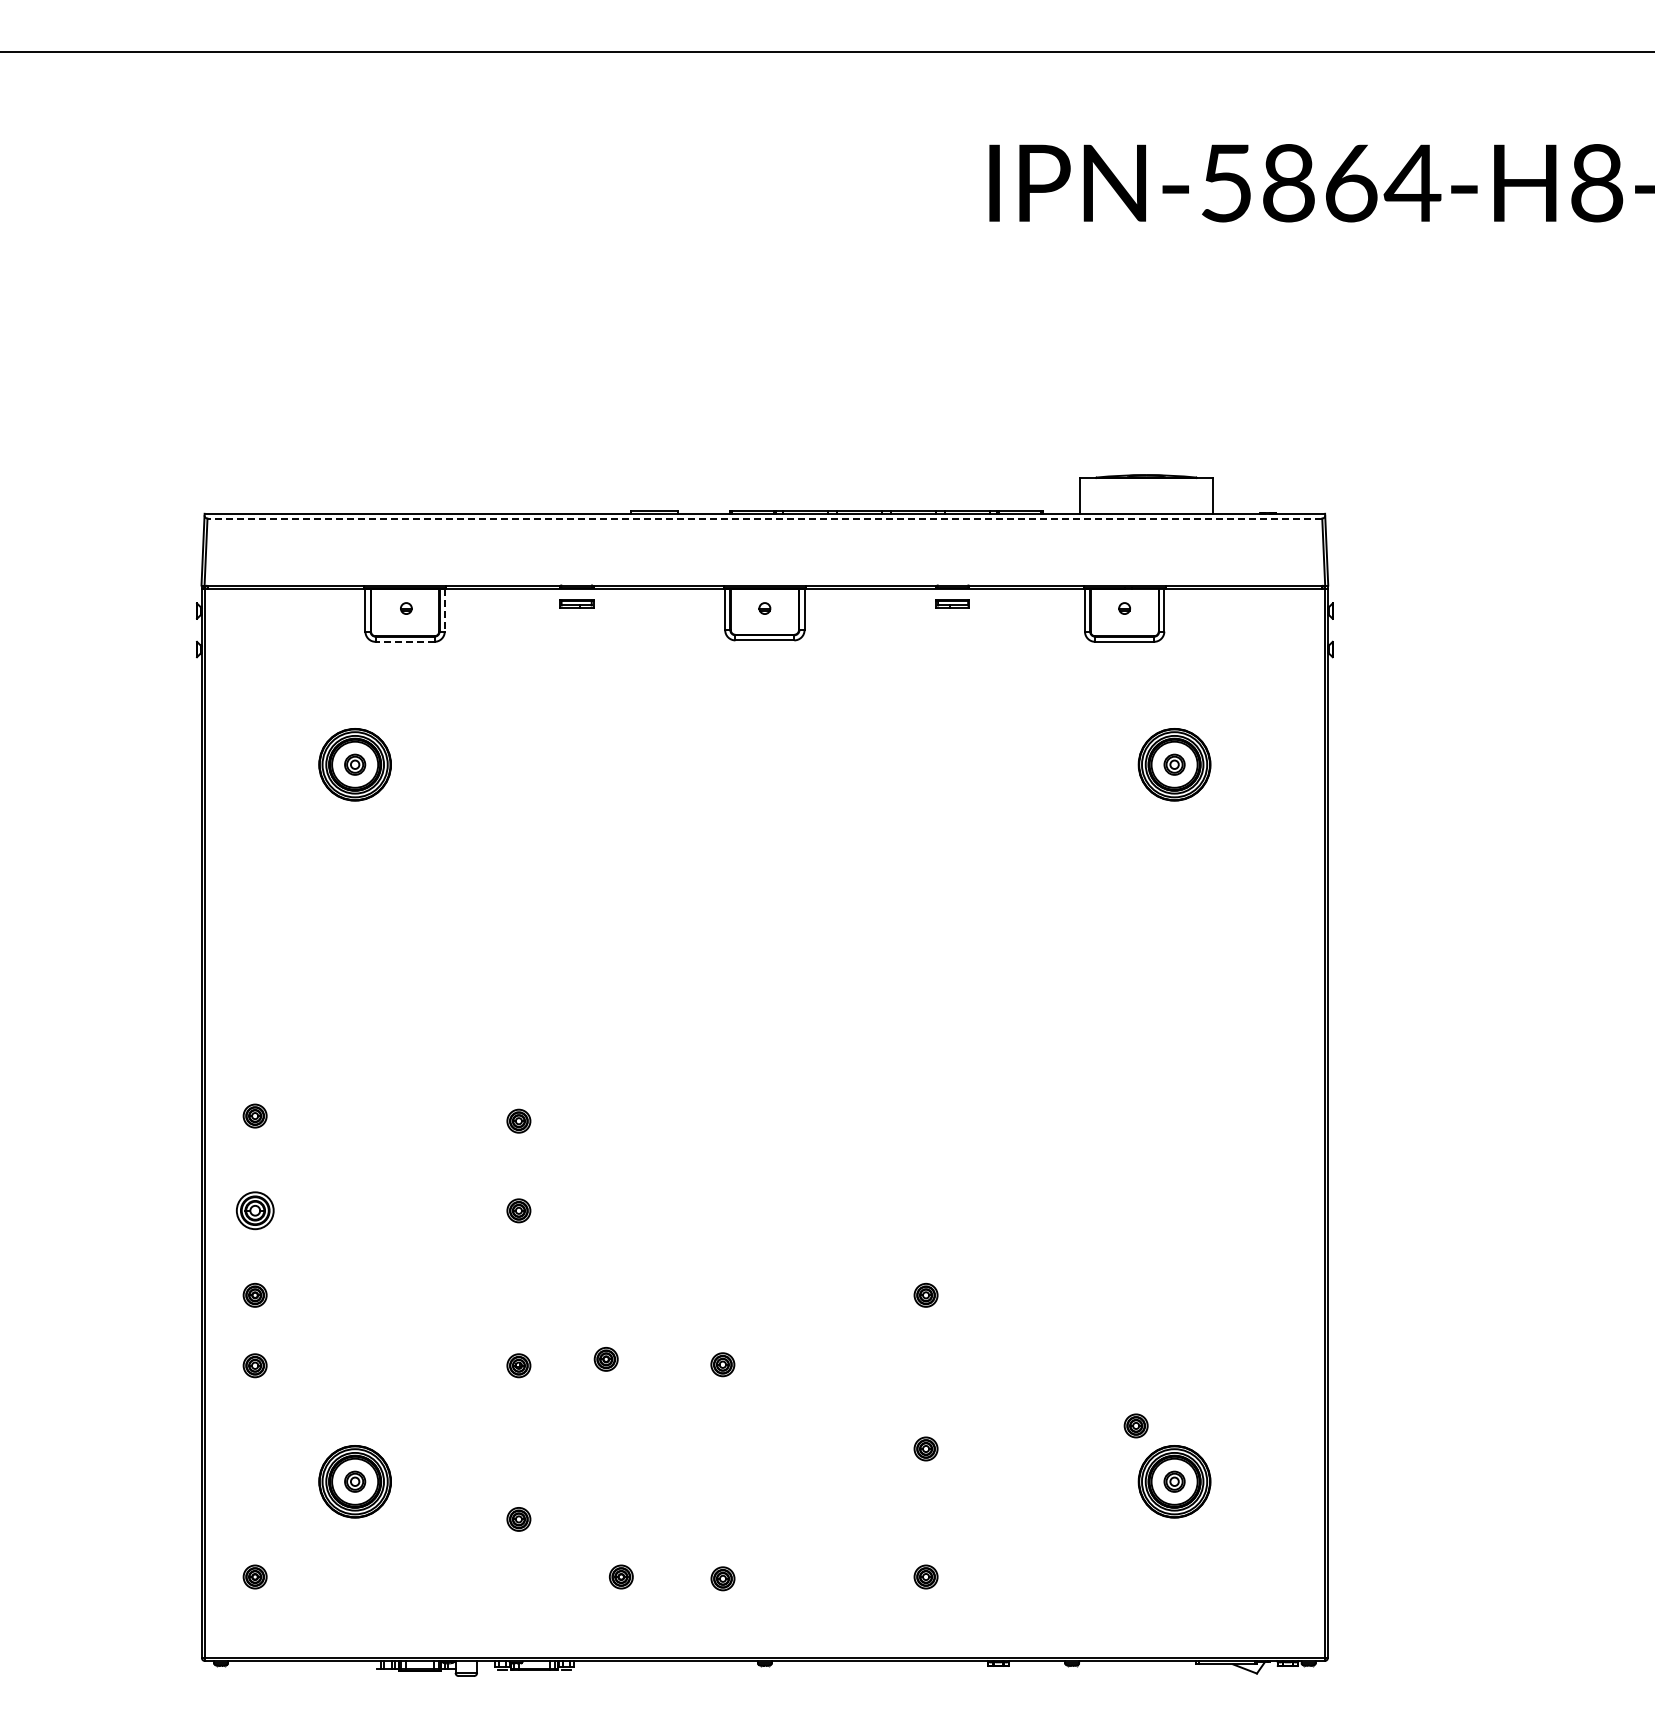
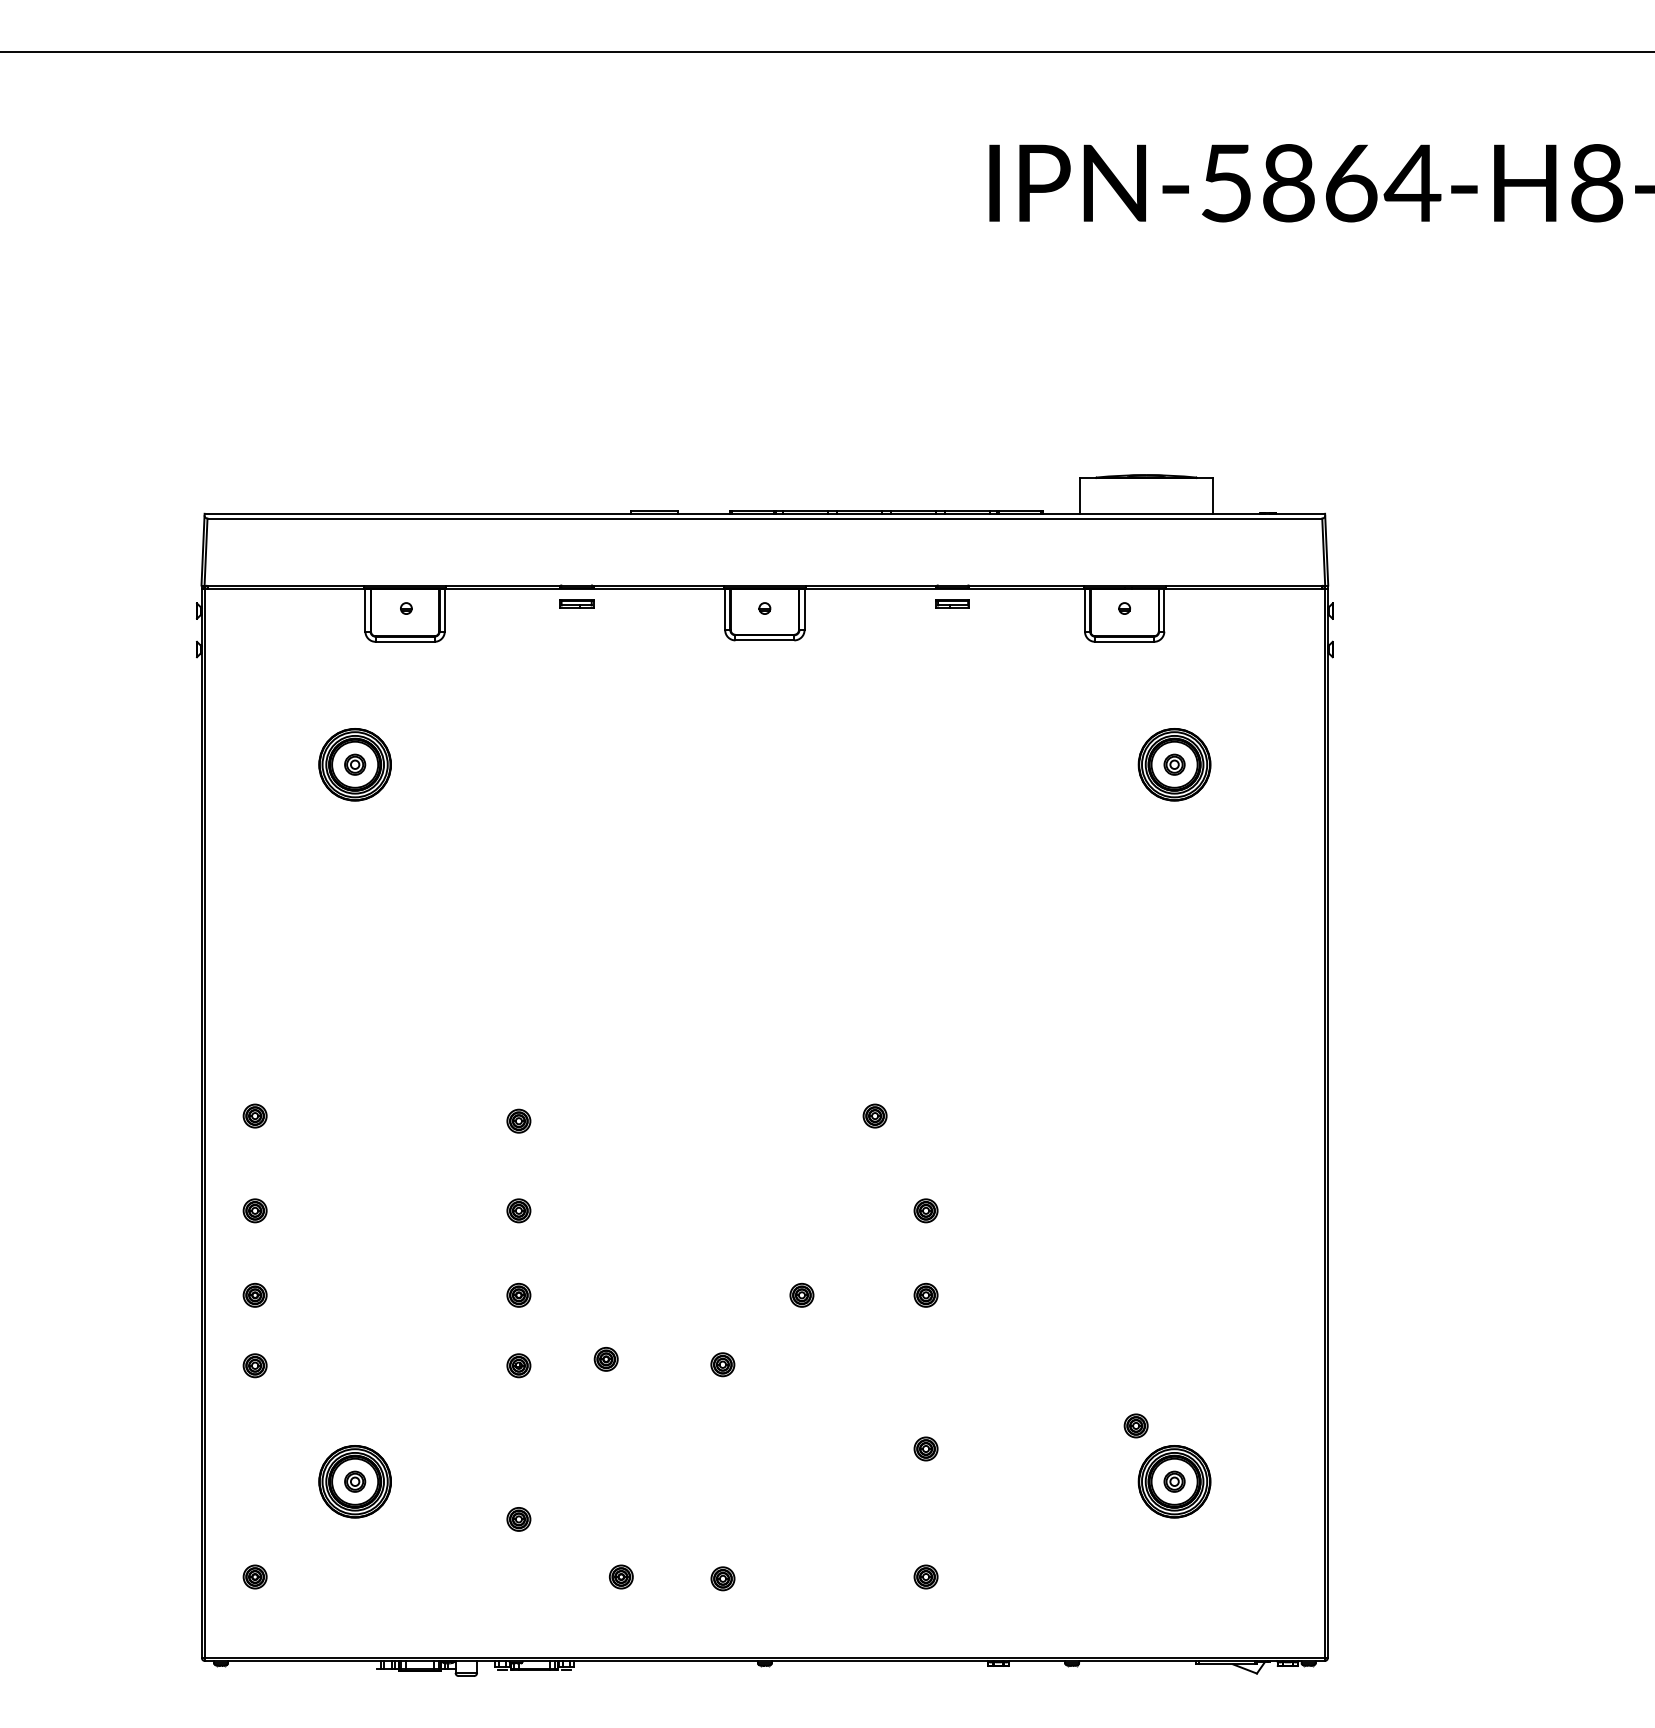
line at (764, 518): dashed -> solid
line at (444, 610): dashed -> solid
line at (404, 641): dashed -> solid
part at (874, 1115): none -> present
part at (255, 1210) size: 39x40 px -> 26x26 px
part at (925, 1210): none -> present
part at (518, 1295): none -> present
part at (801, 1295): none -> present
